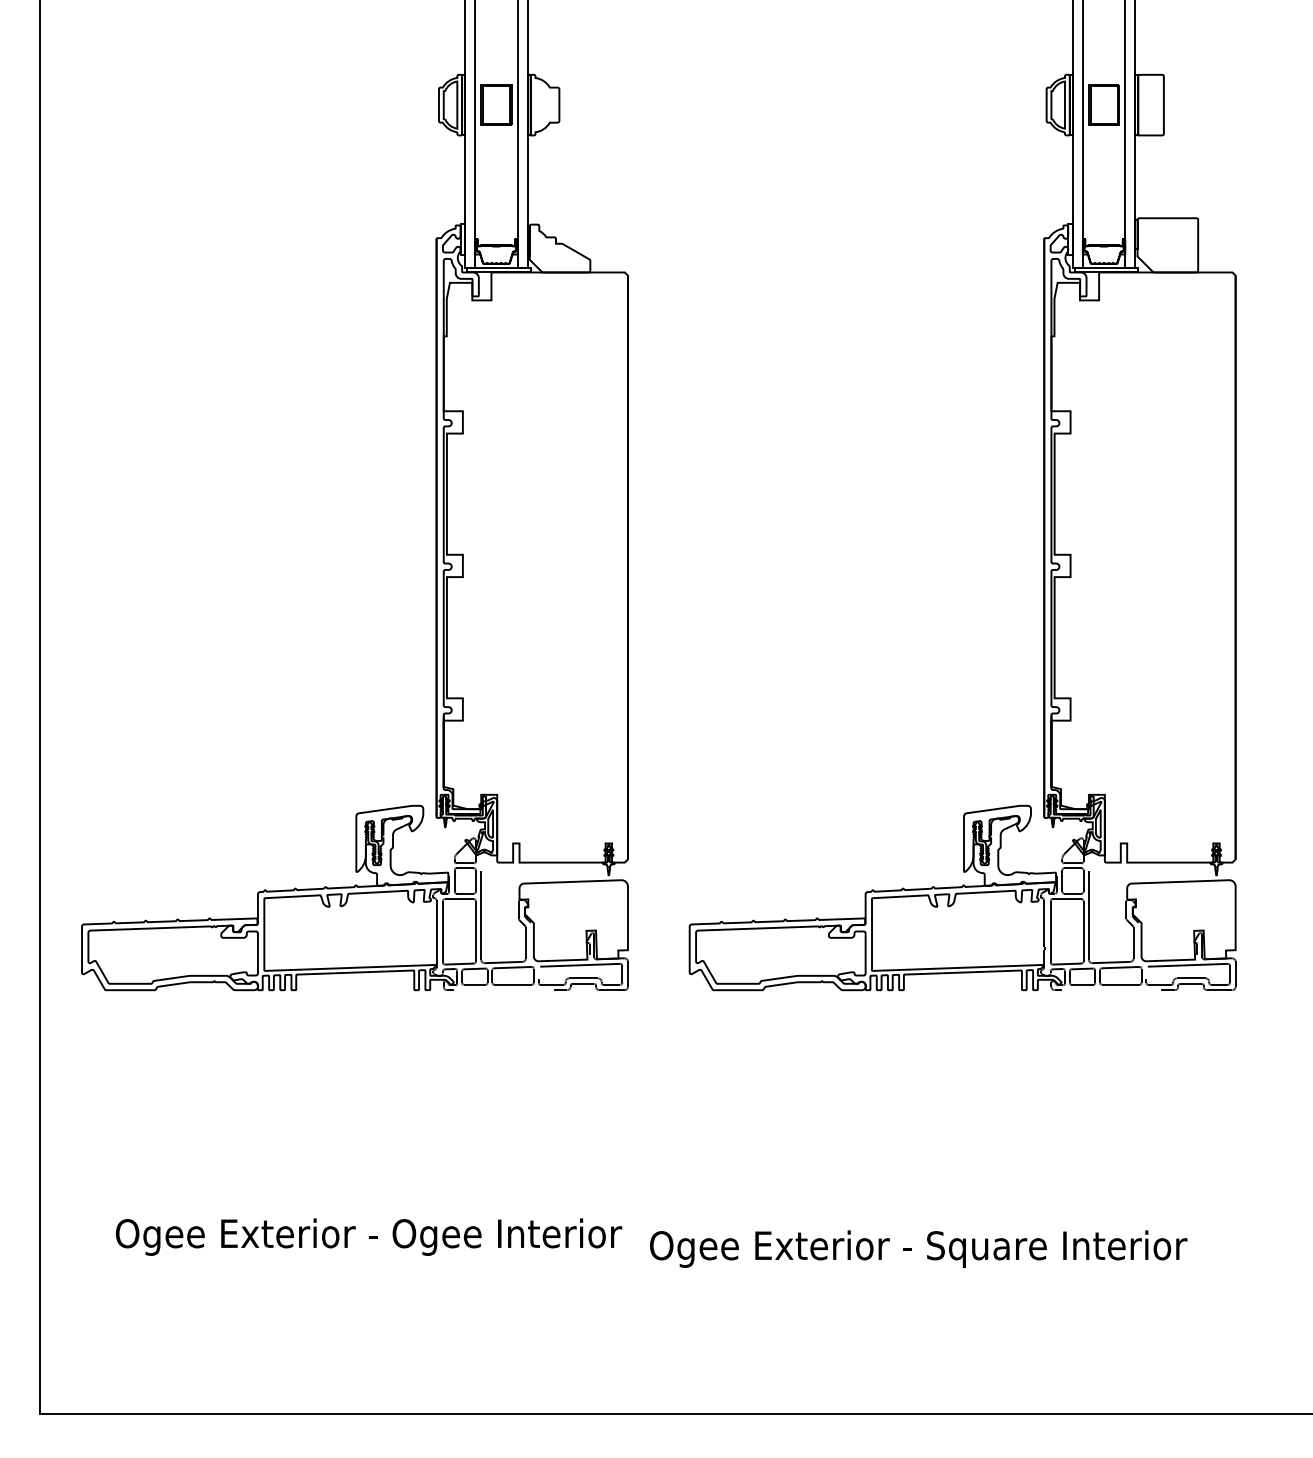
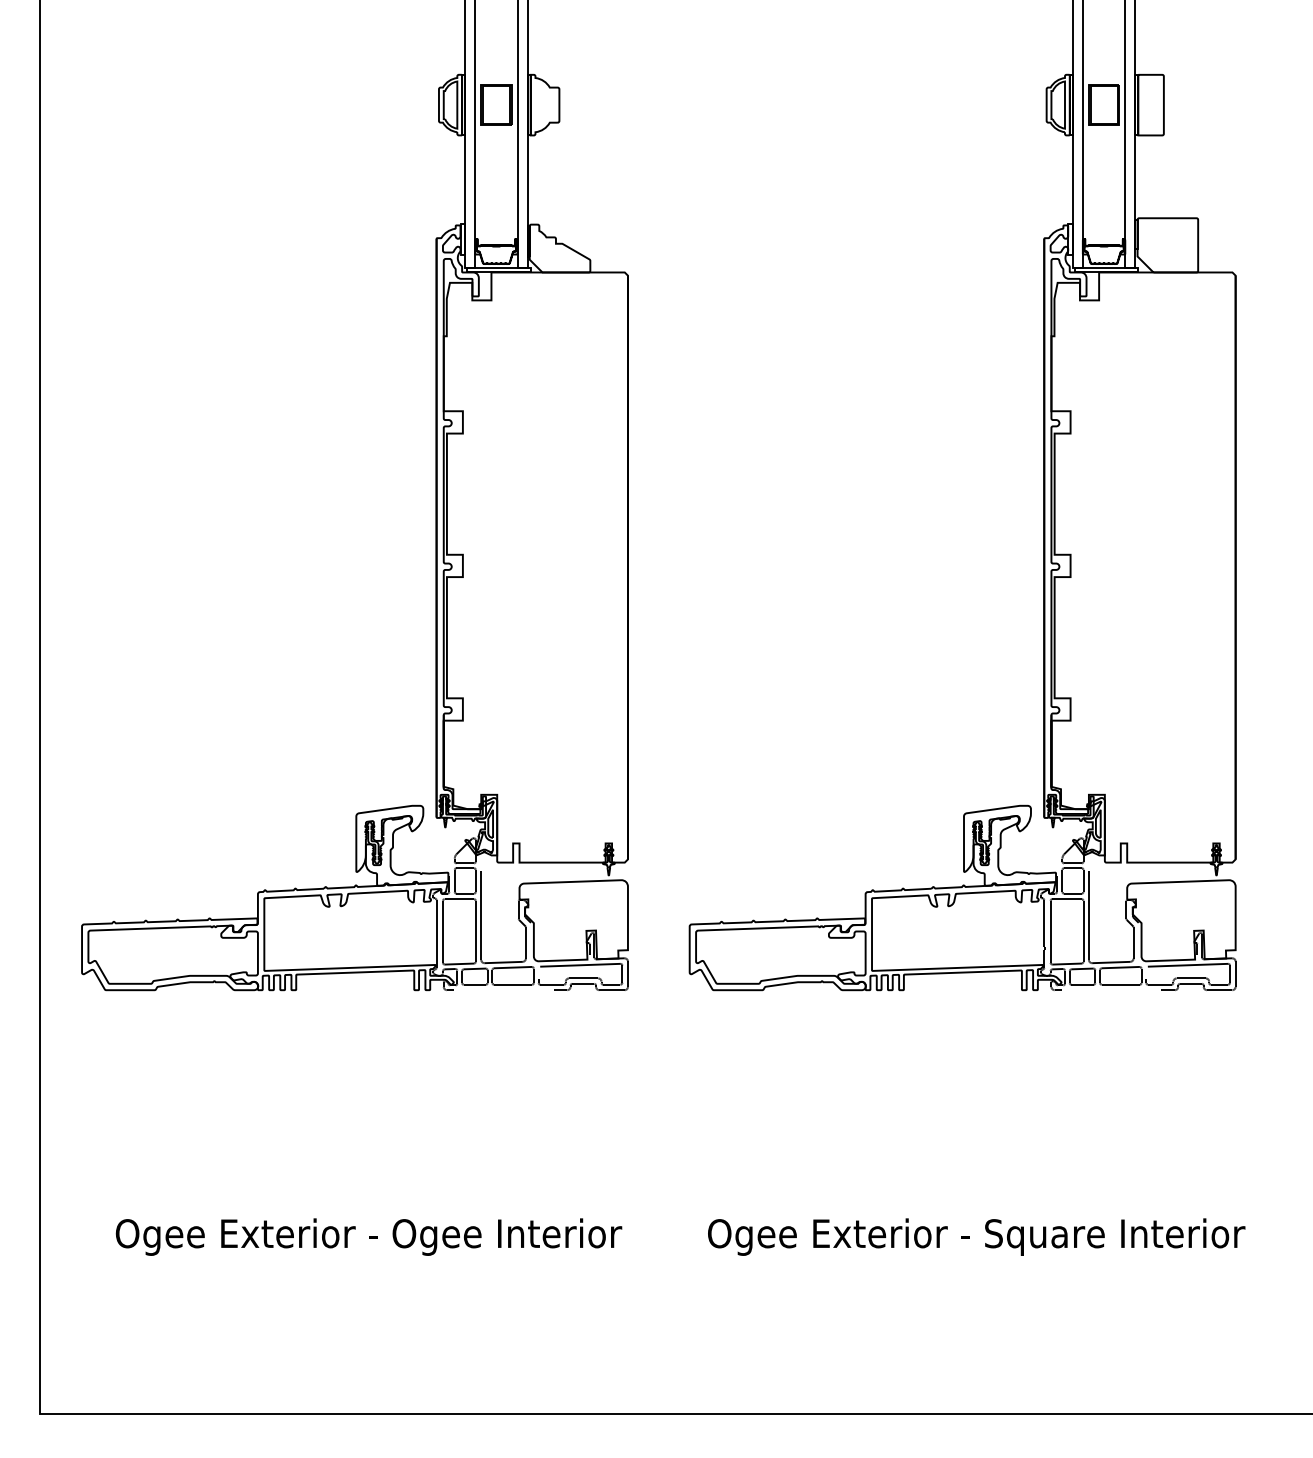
text at (918, 1248) position: (918, 1248) -> (976, 1236)
